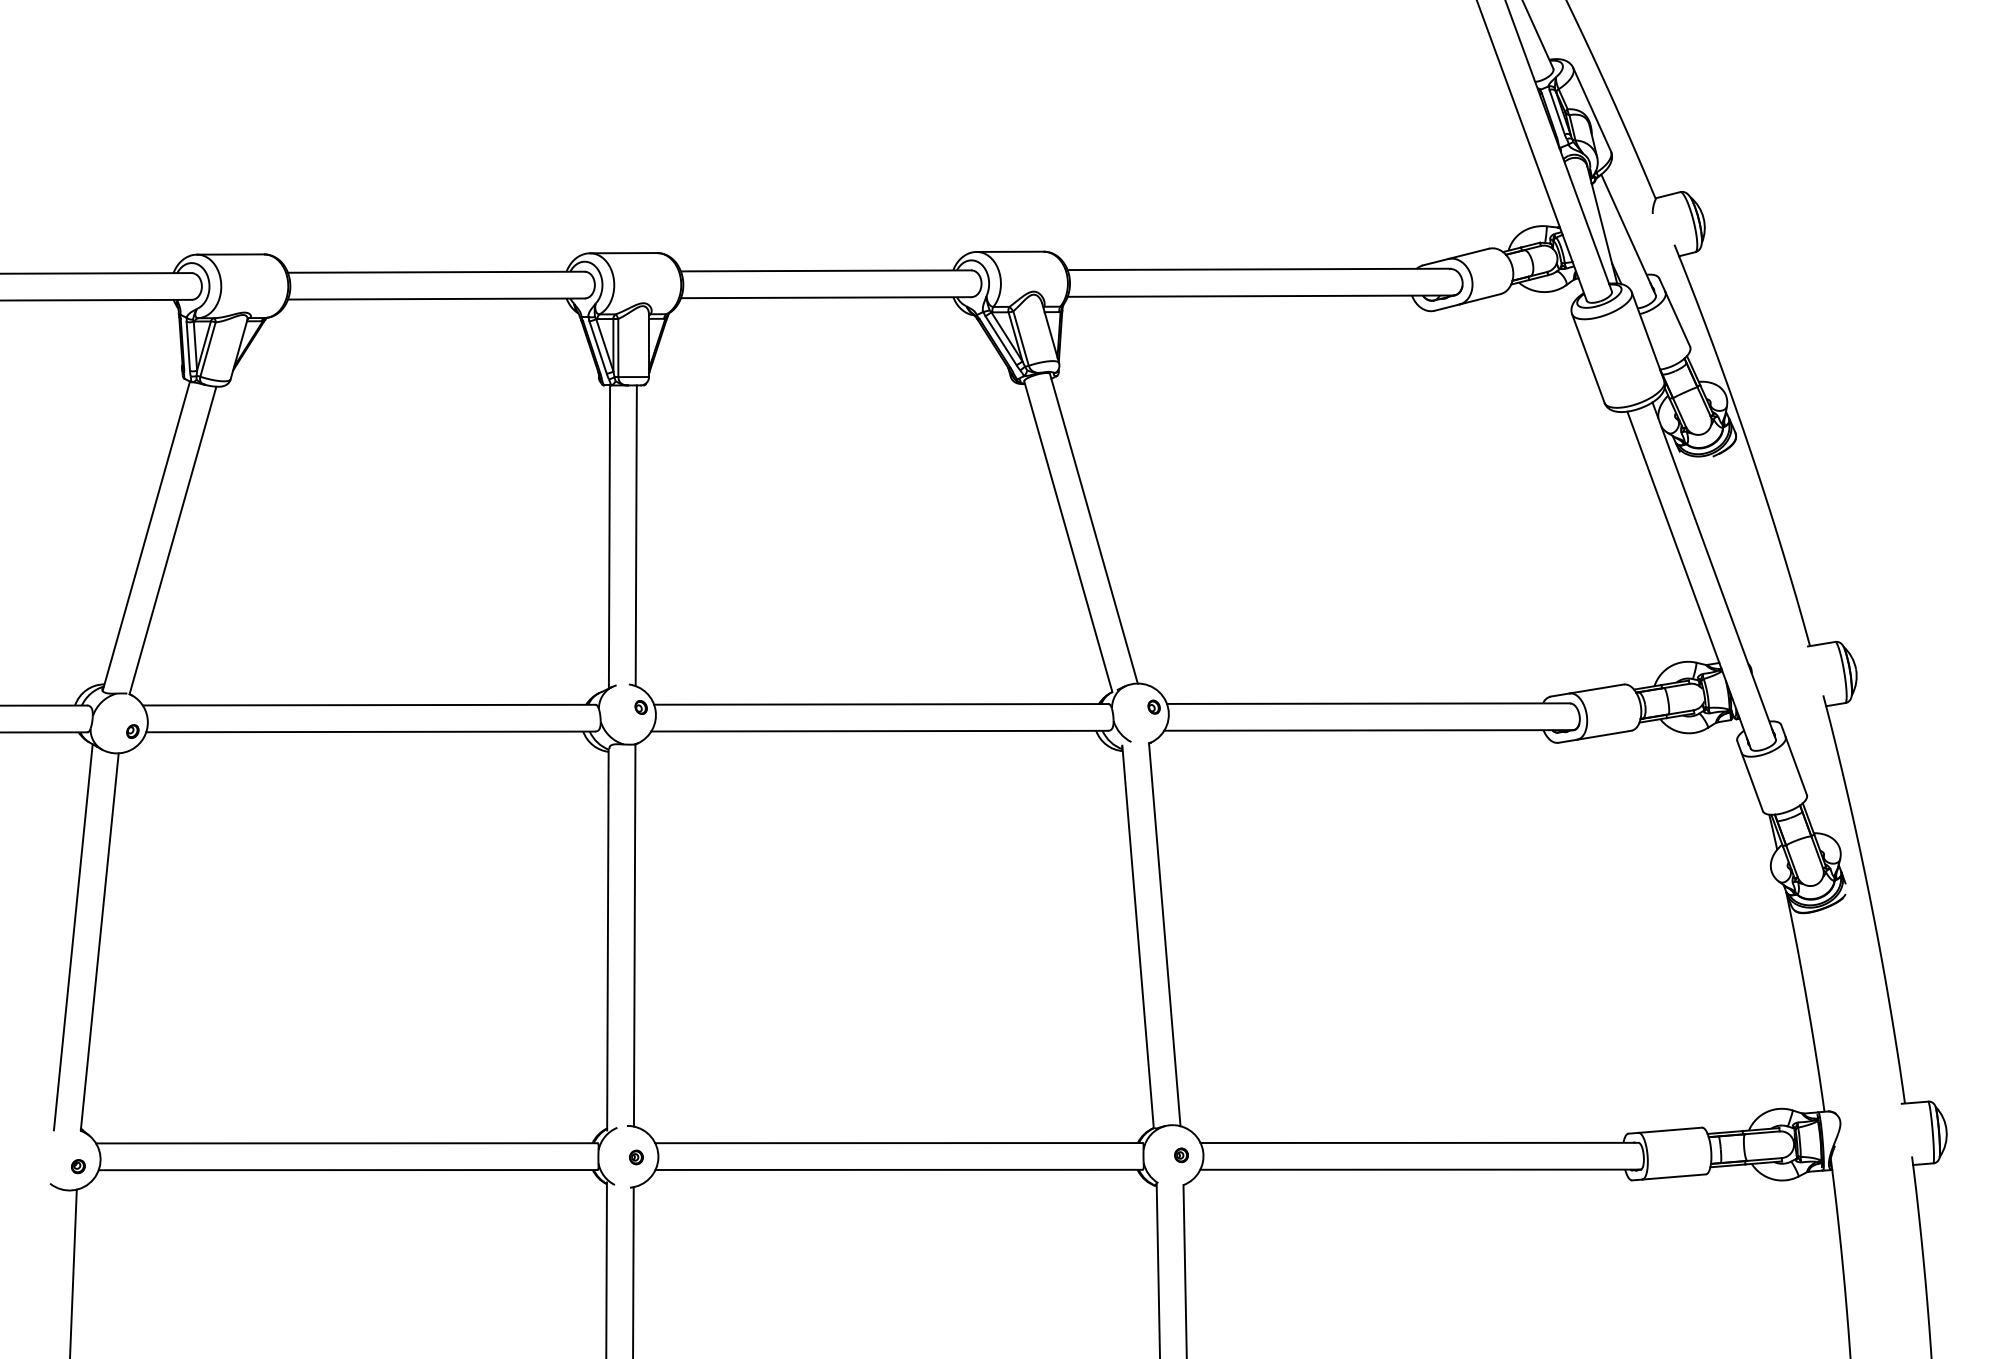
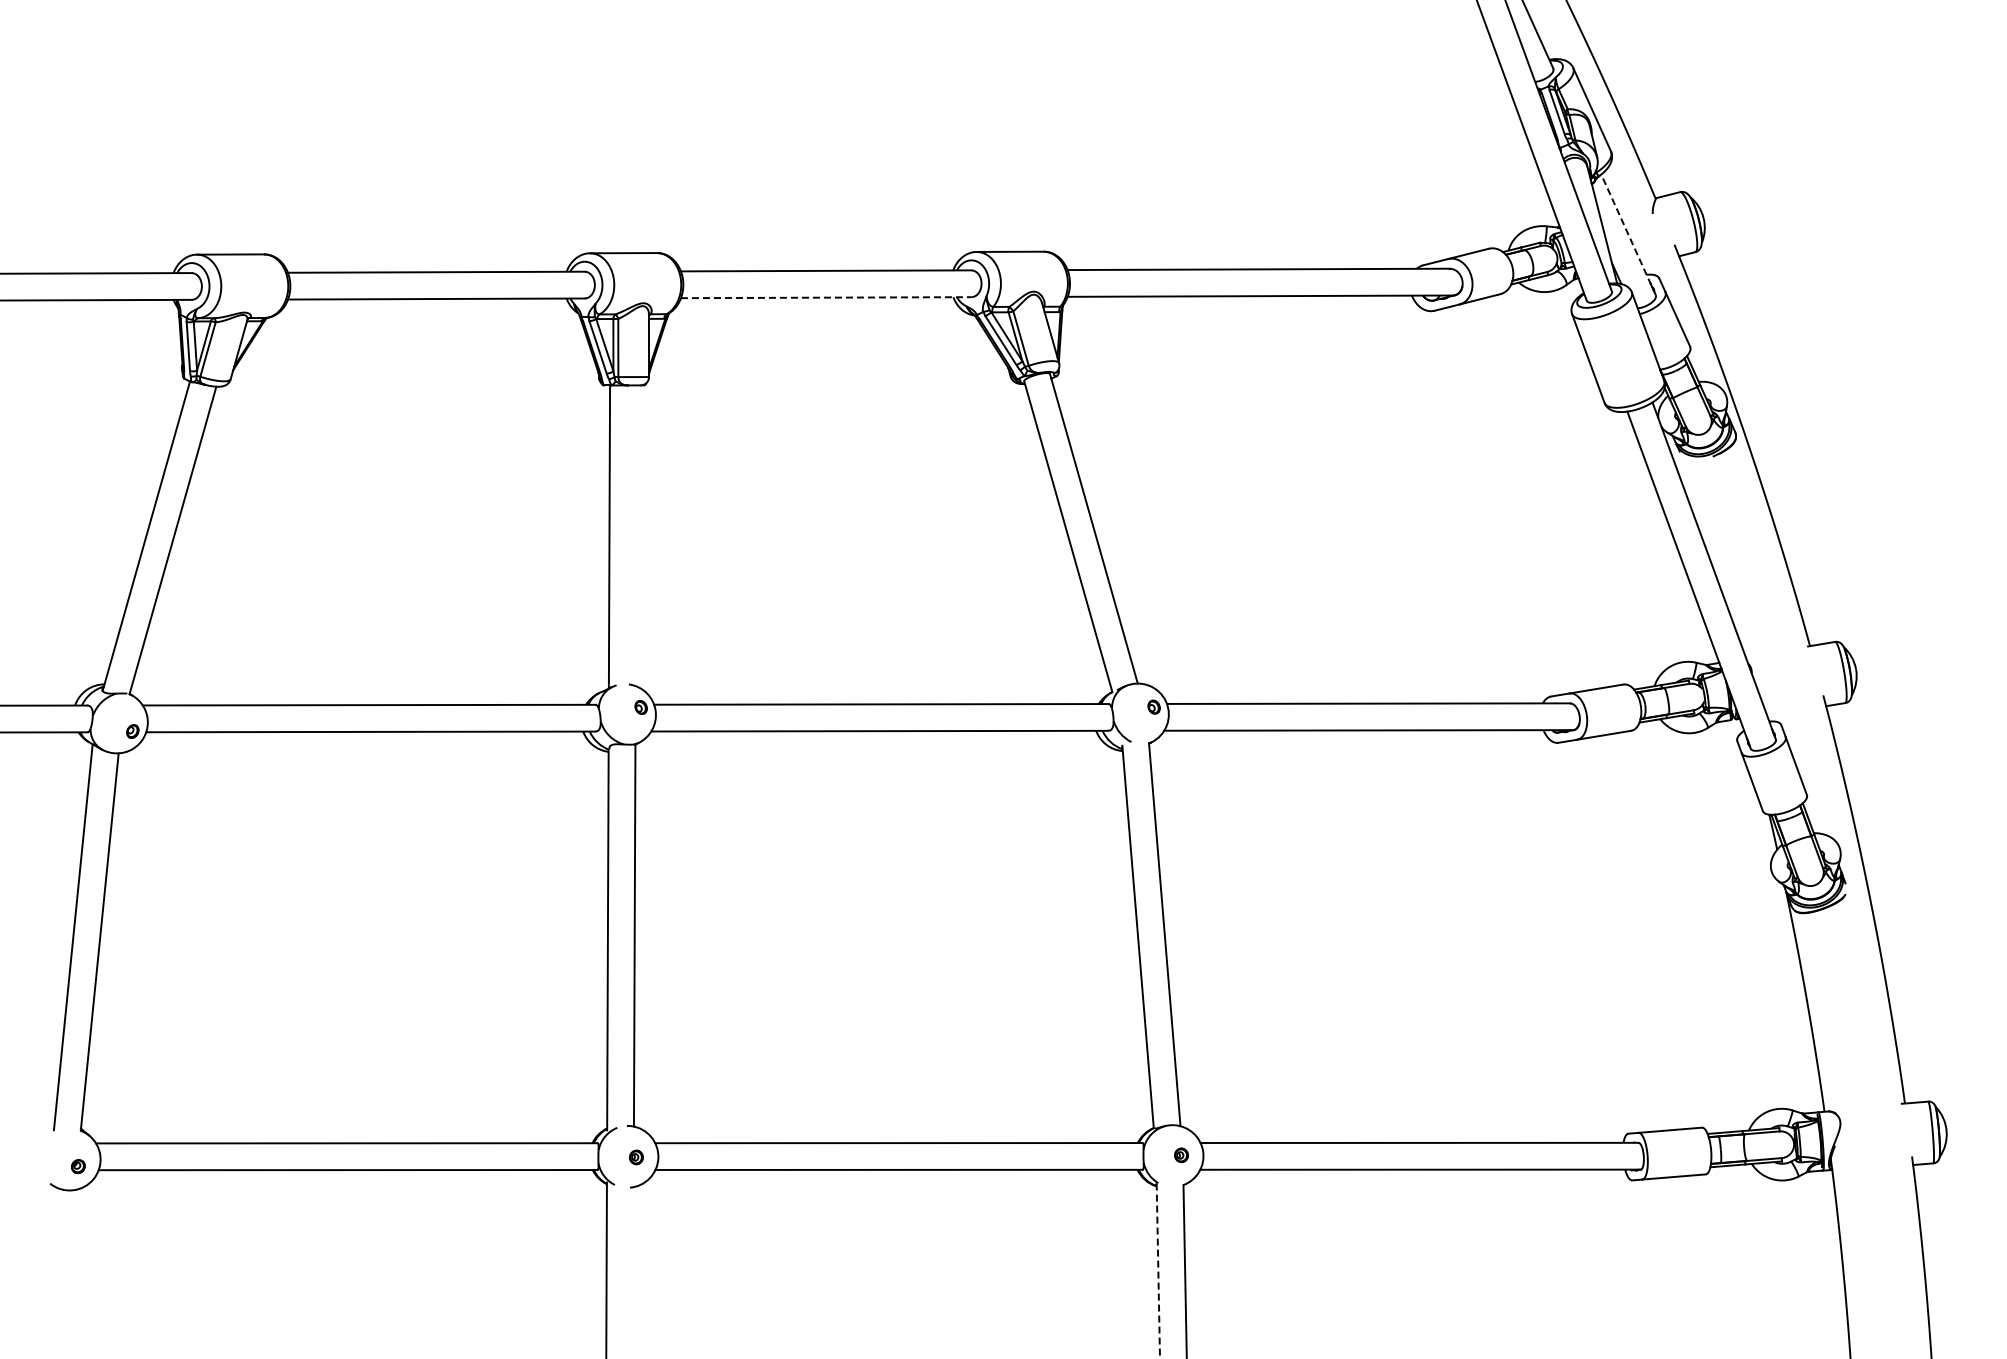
line at (1628, 234): solid -> dashed
line at (826, 297): solid -> dashed
line at (635, 535): present -> none
line at (633, 1271): present -> none
line at (1158, 1271): solid -> dashed
line at (73, 1272): present -> none
